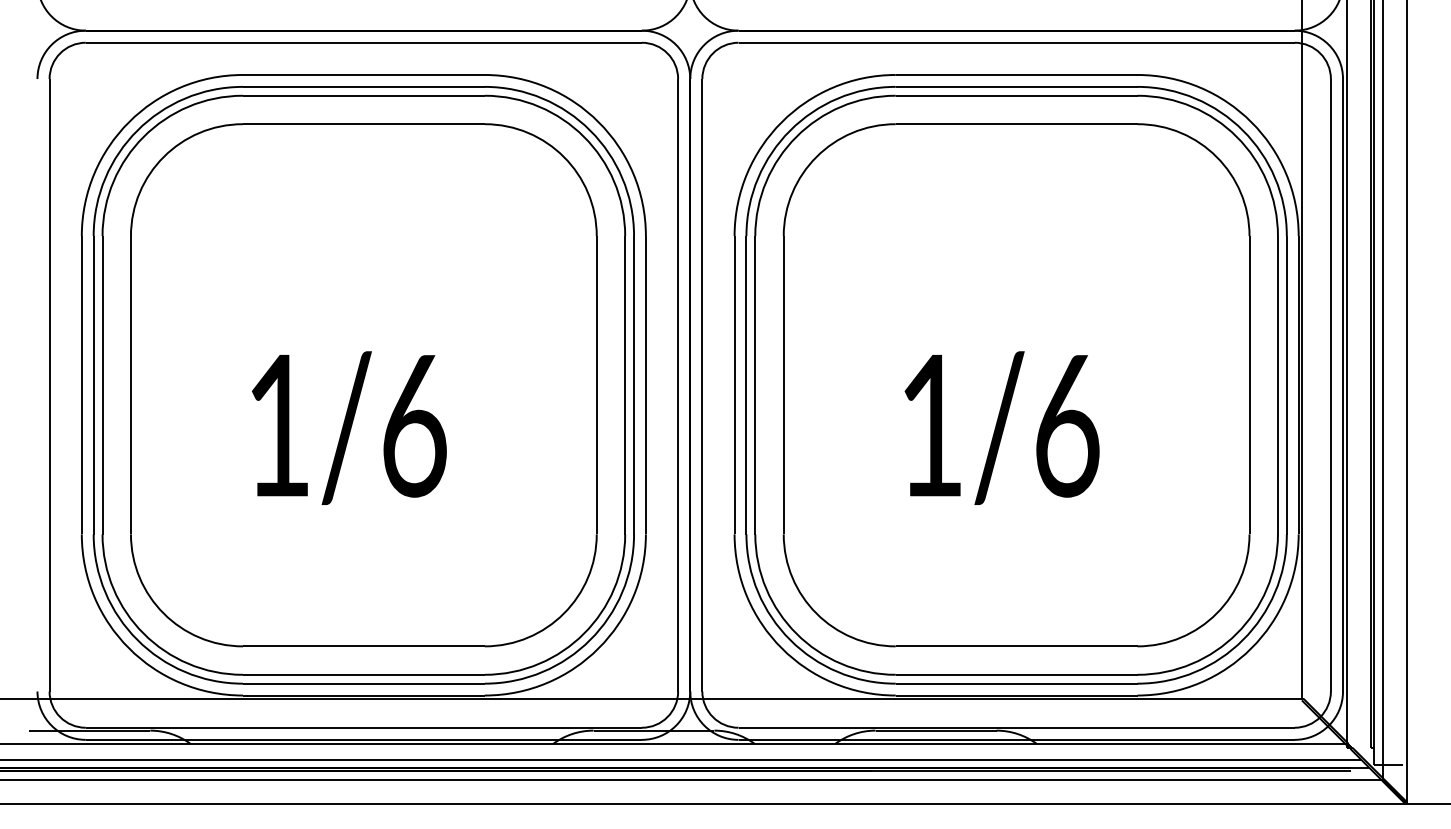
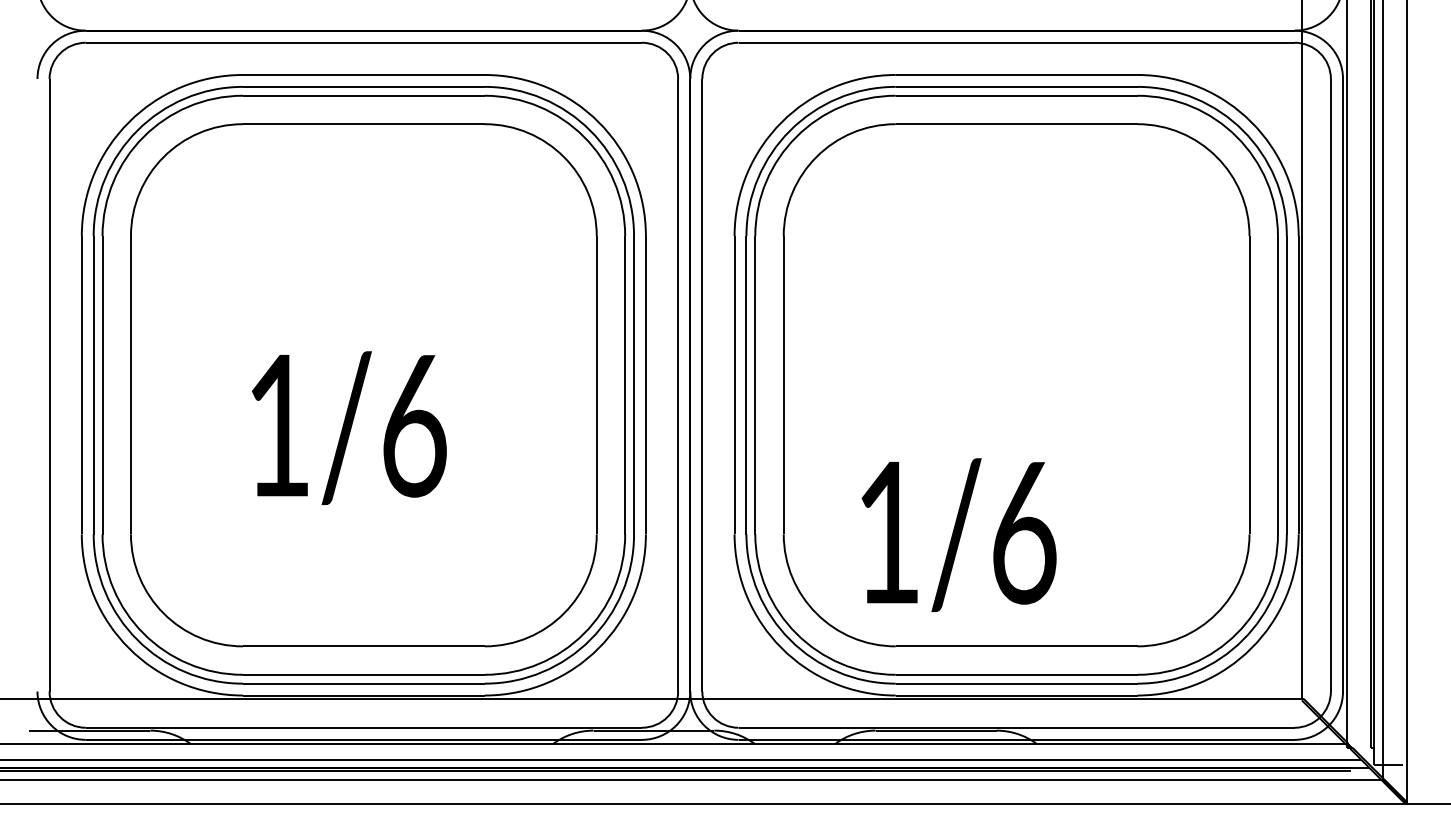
text at (1001, 427) position: (1001, 427) -> (958, 534)
